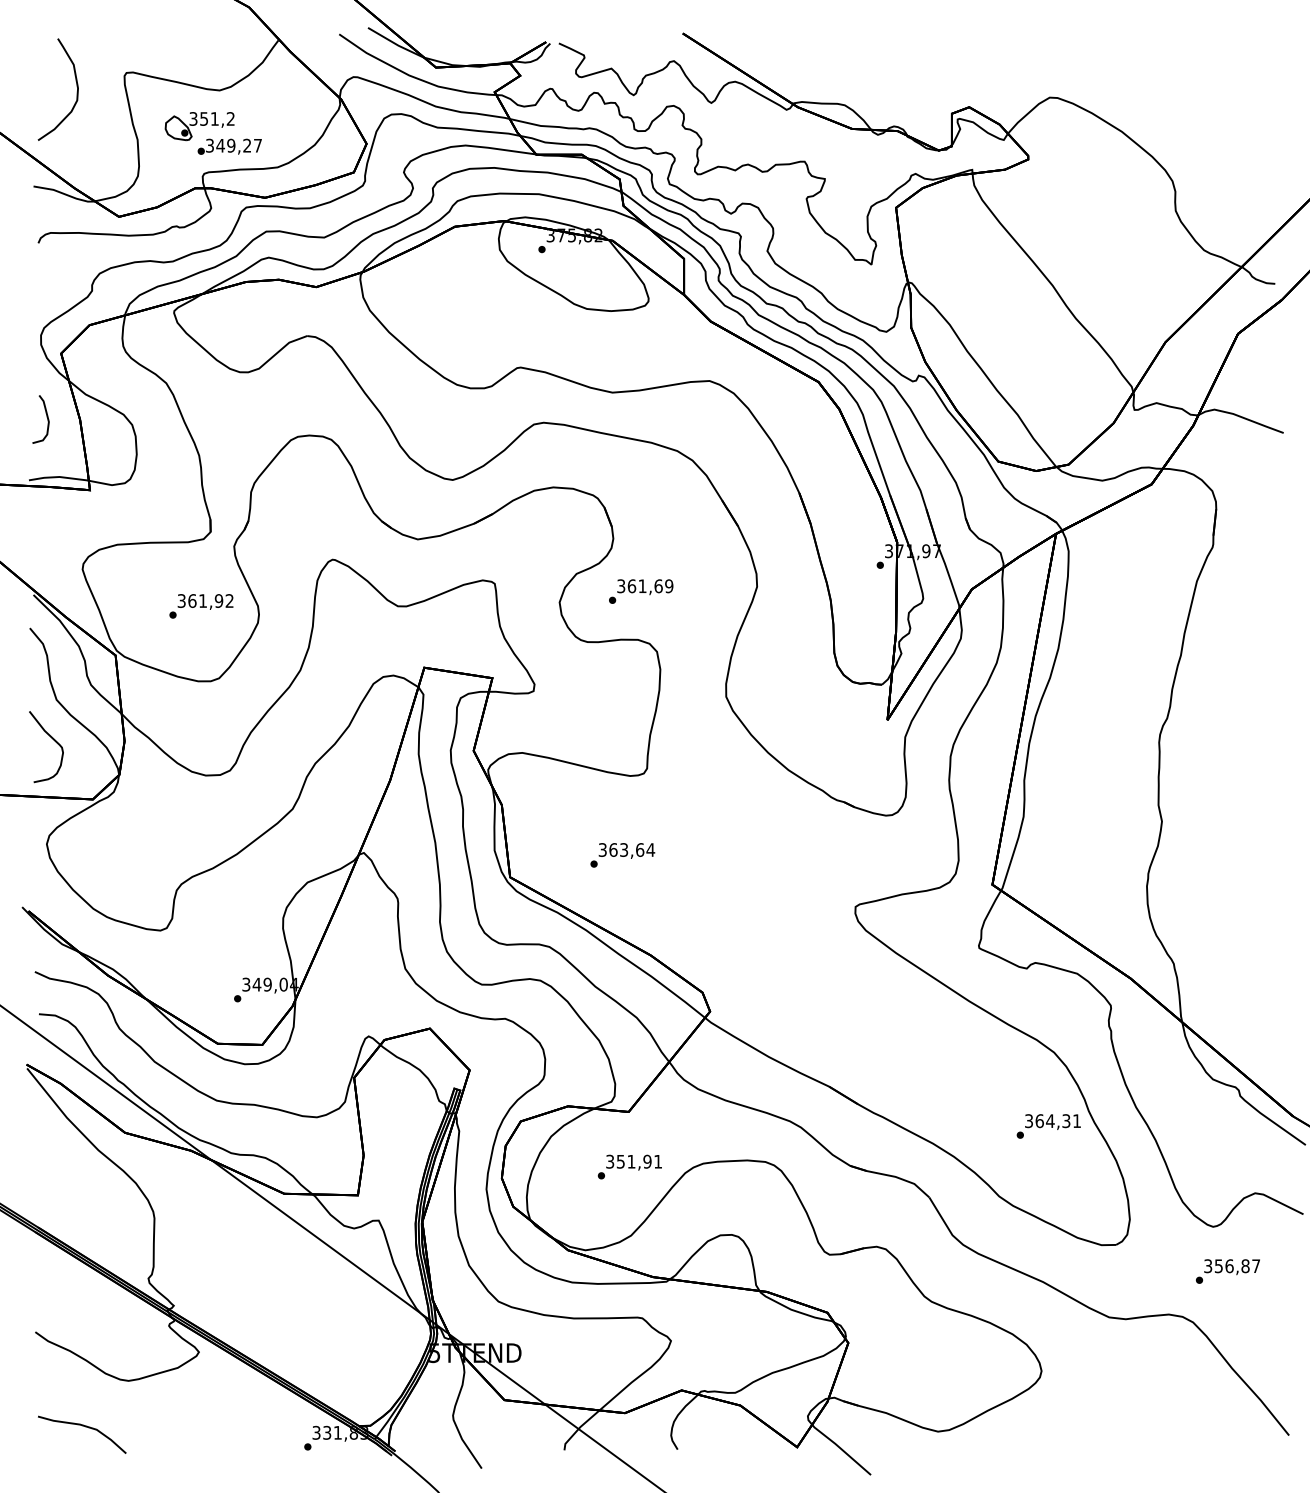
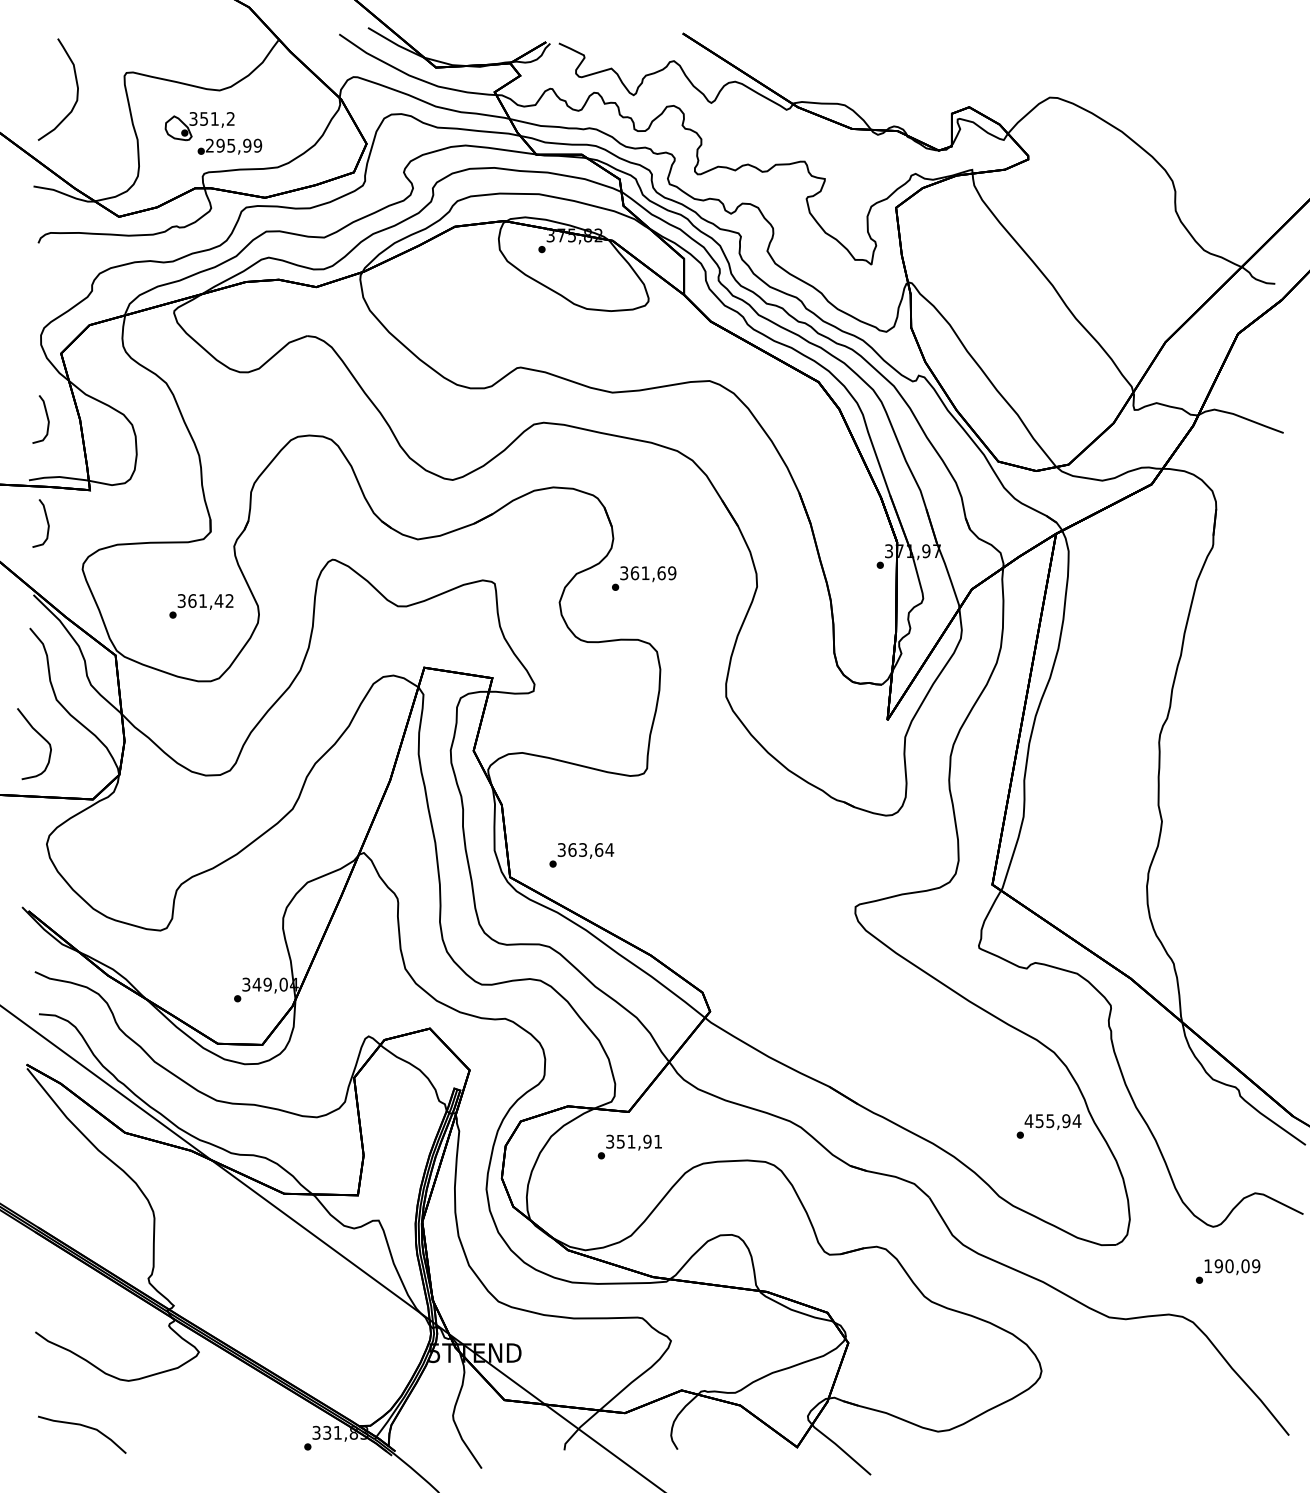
text at (234, 145): 349,27 -> 295,99
curve at (46, 521): none -> present
text at (641, 591) position: (641, 591) -> (644, 578)
text at (218, 600): 361,92 -> 361,42
curve at (53, 740) position: (53, 740) -> (41, 737)
text at (622, 855) position: (622, 855) -> (581, 855)
text at (1052, 1121): 364,31 -> 455,94
text at (629, 1166) position: (629, 1166) -> (629, 1146)
text at (1232, 1266): 356,87 -> 190,09
